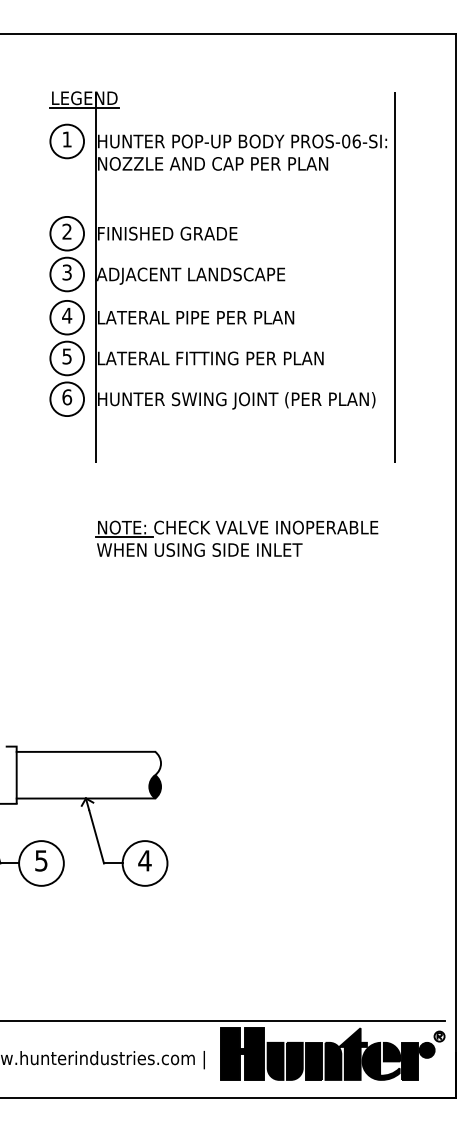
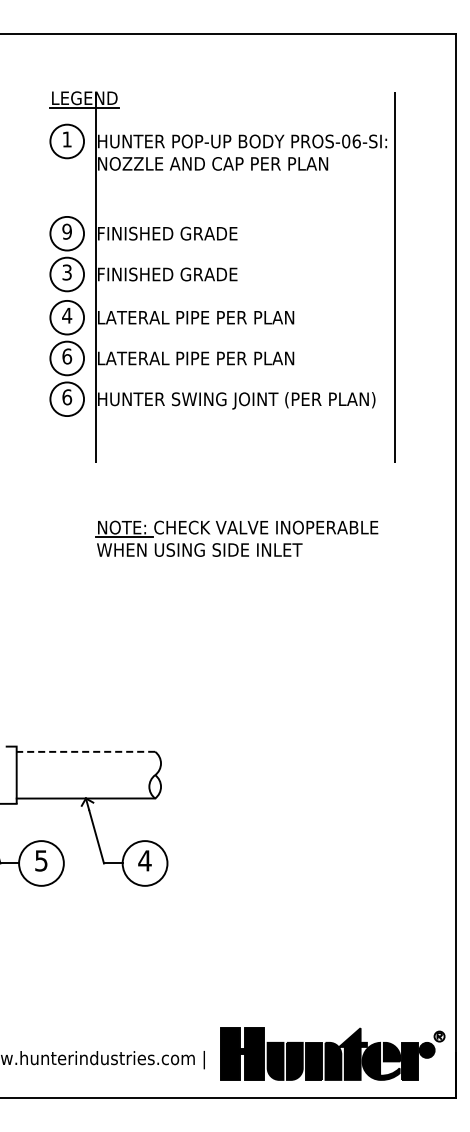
text at (66, 231): 2 -> 9
text at (191, 275): ADJACENT LANDSCAPE -> FINISHED GRADE
text at (67, 356): 5 -> 6
text at (250, 358): LATERAL FITTING PER PLAN -> LATERAL PIPE PER PLAN
line at (85, 751): solid -> dashed
fill at (155, 786): present -> none
line at (223, 1021): present -> none
